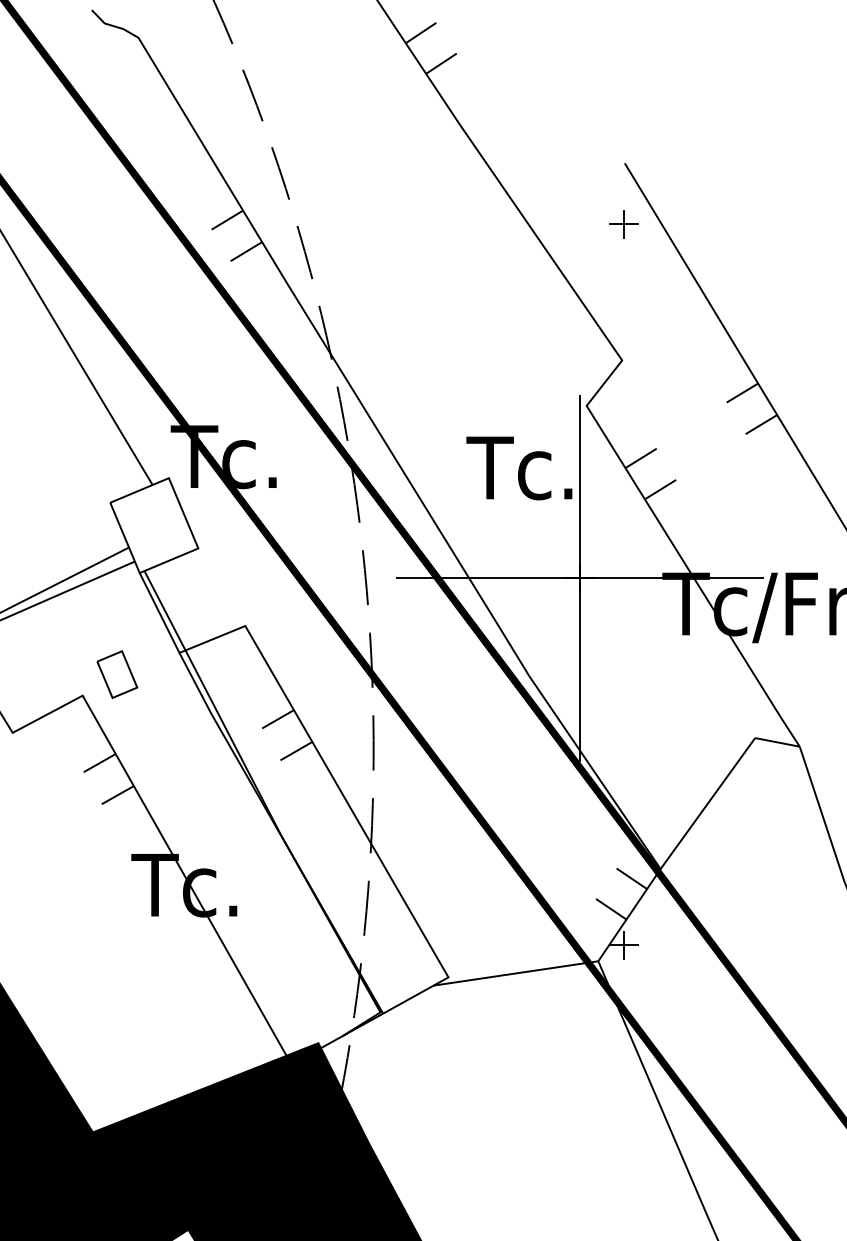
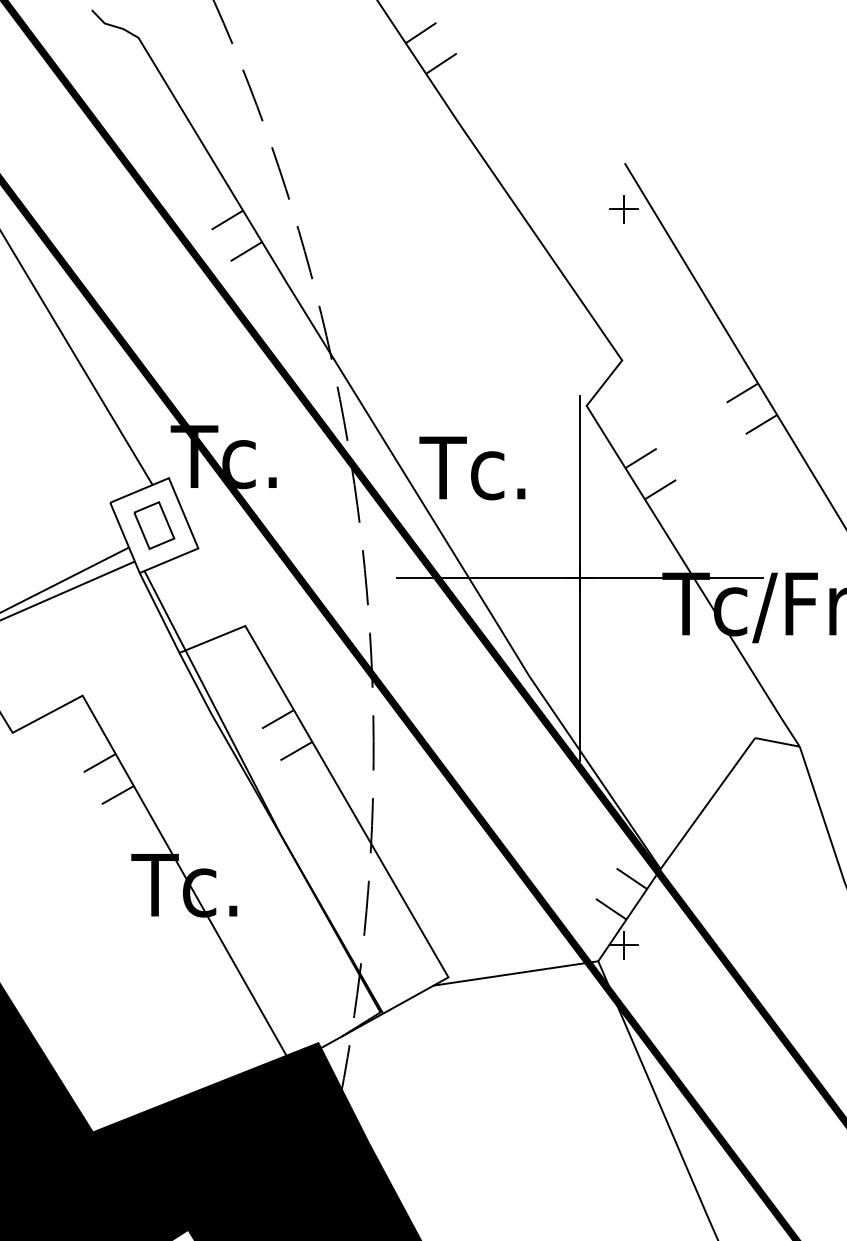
part at (623, 224) position: (623, 224) -> (623, 209)
text at (519, 468) position: (519, 468) -> (472, 468)
part at (117, 674) position: (117, 674) -> (154, 525)
